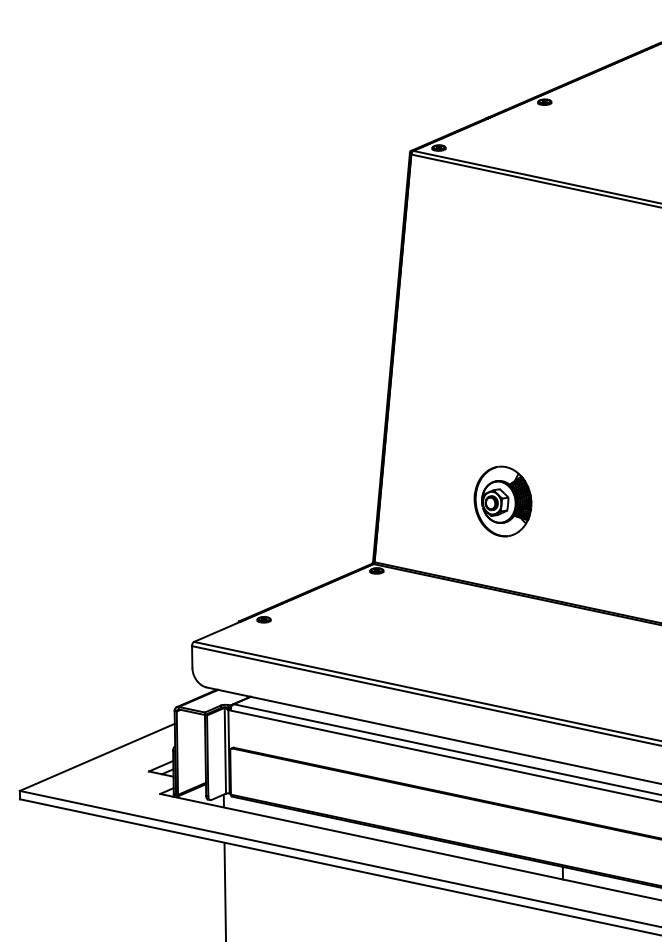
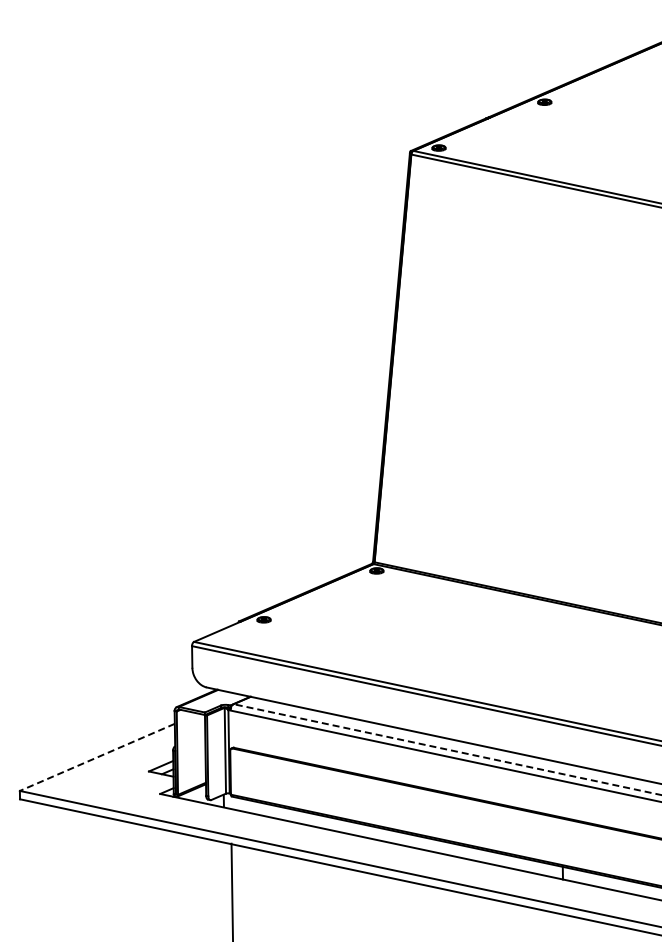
part at (502, 501): present -> none
line at (447, 749): solid -> dashed
line at (96, 757): solid -> dashed
line at (224, 890) position: (224, 890) -> (231, 890)
